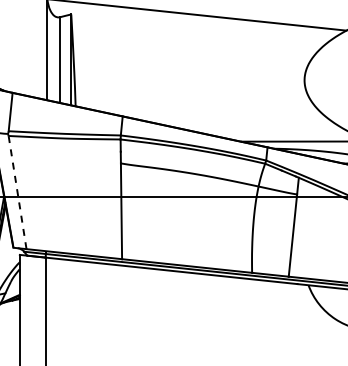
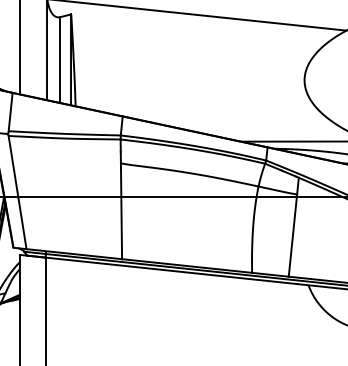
line at (19, 48): none -> present
line at (17, 192): dashed -> solid
